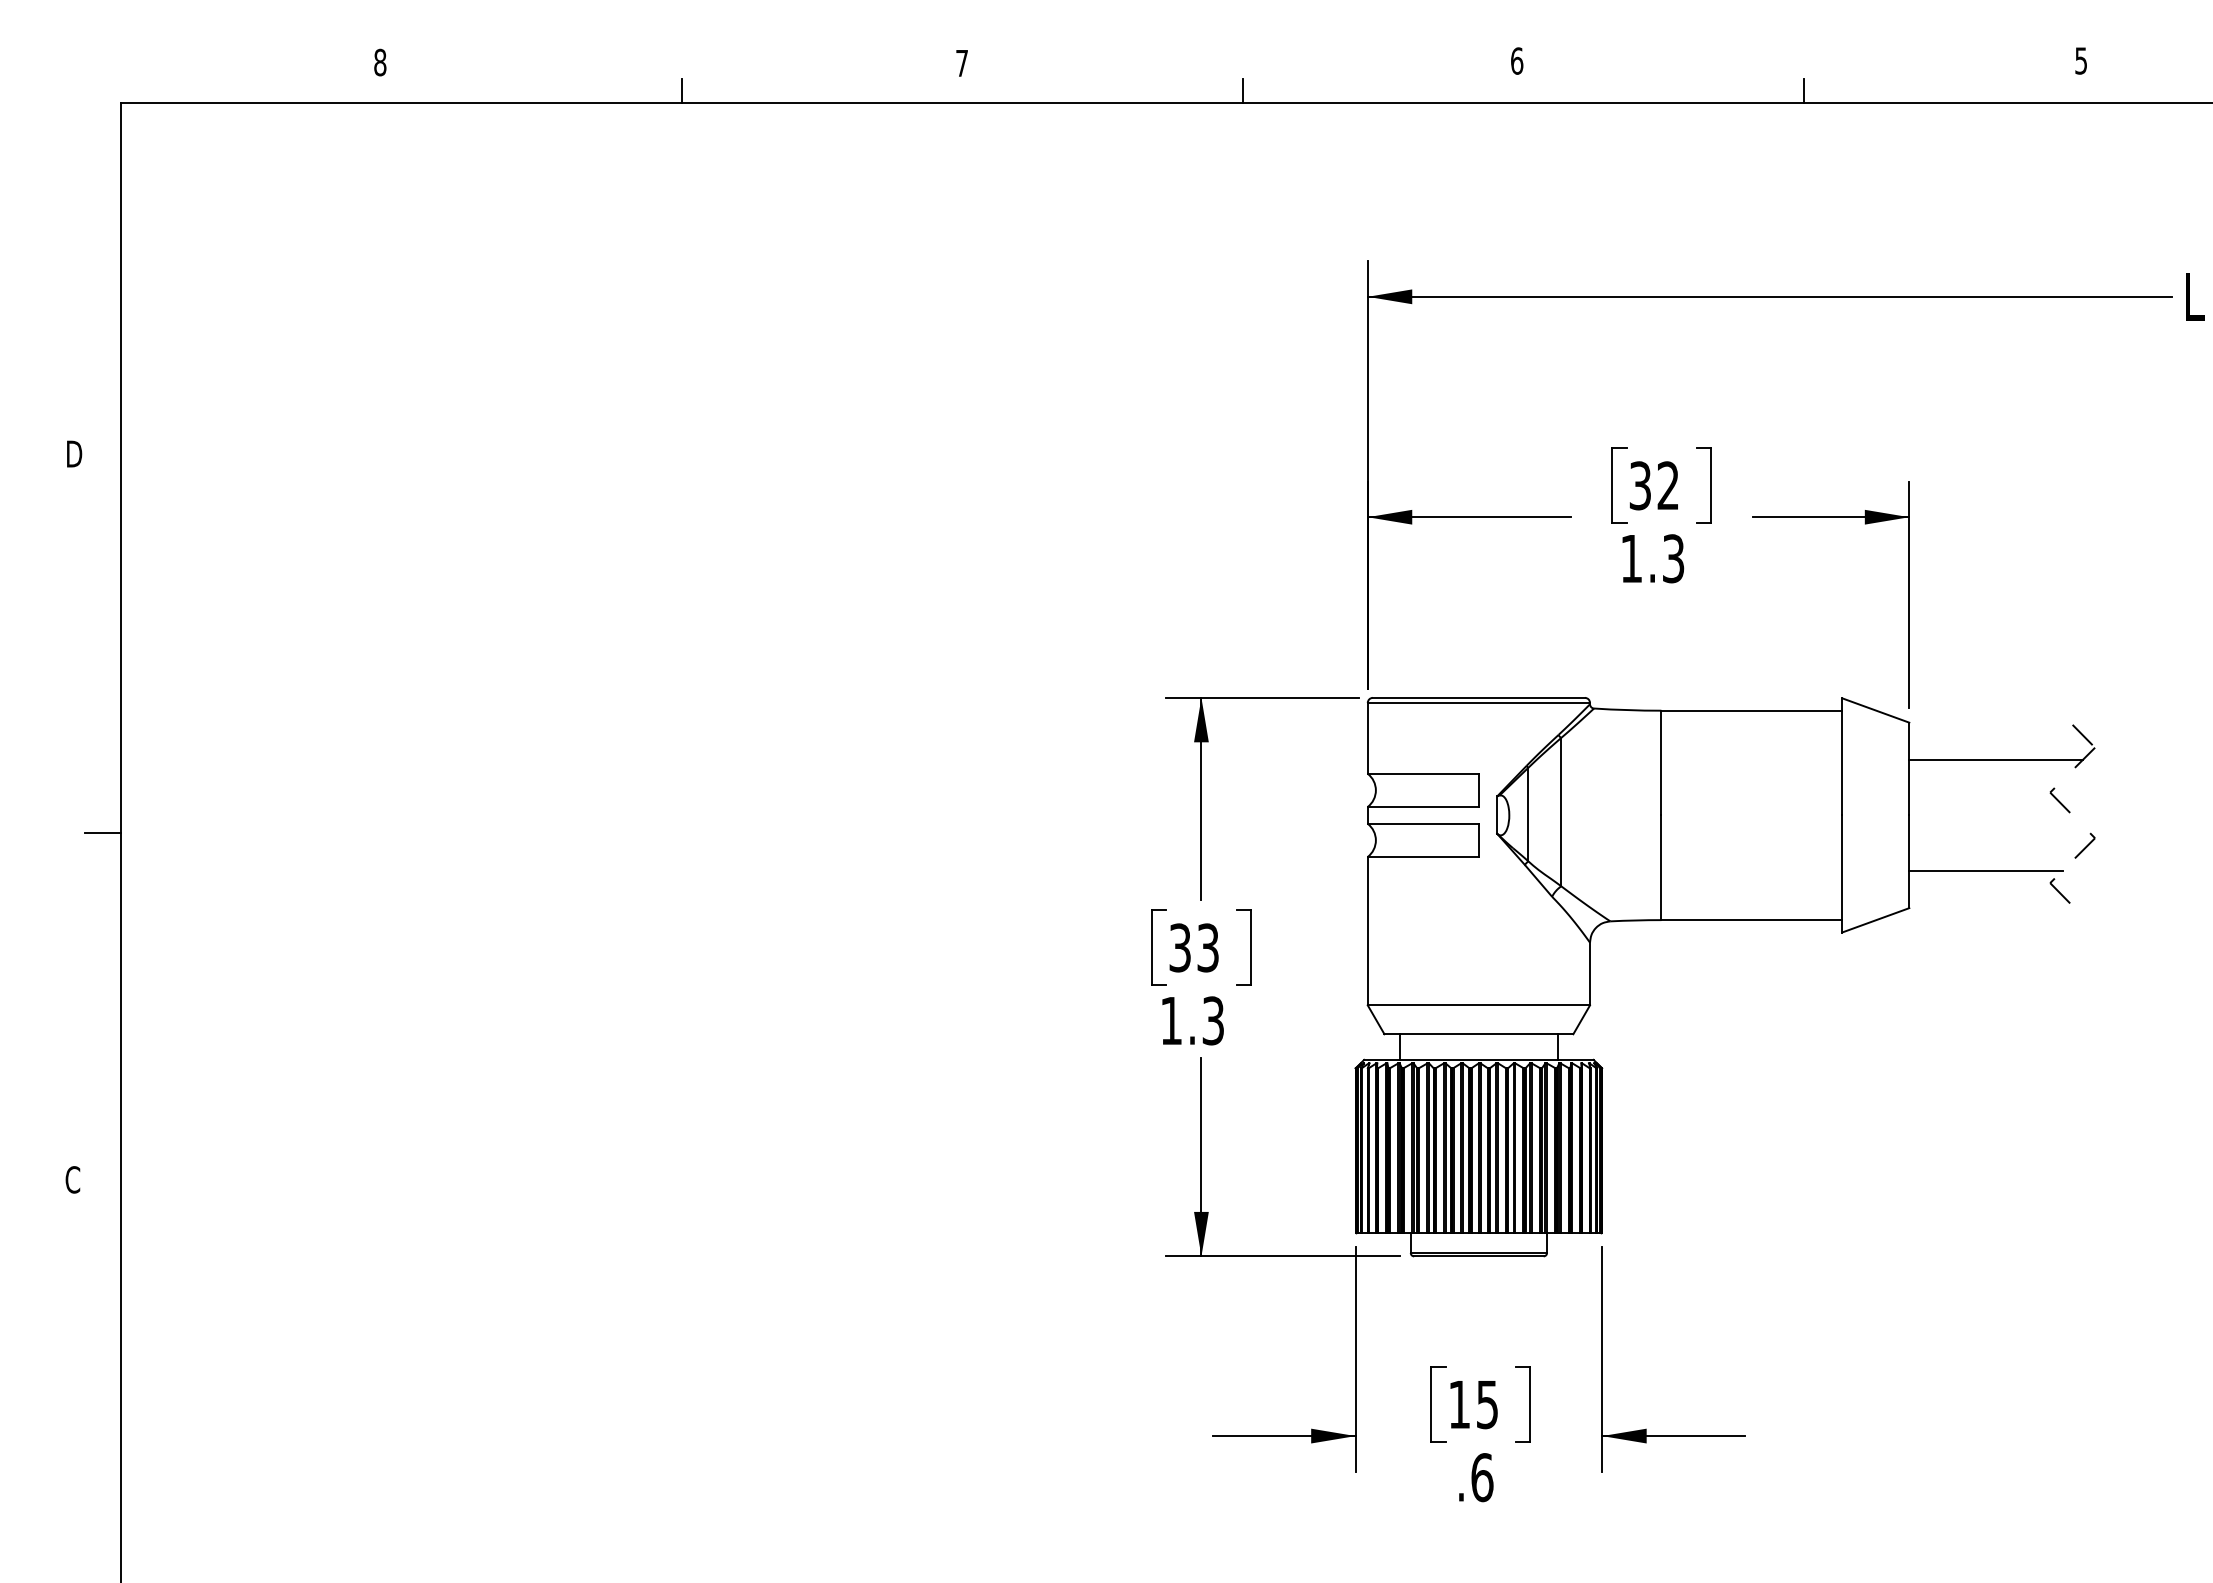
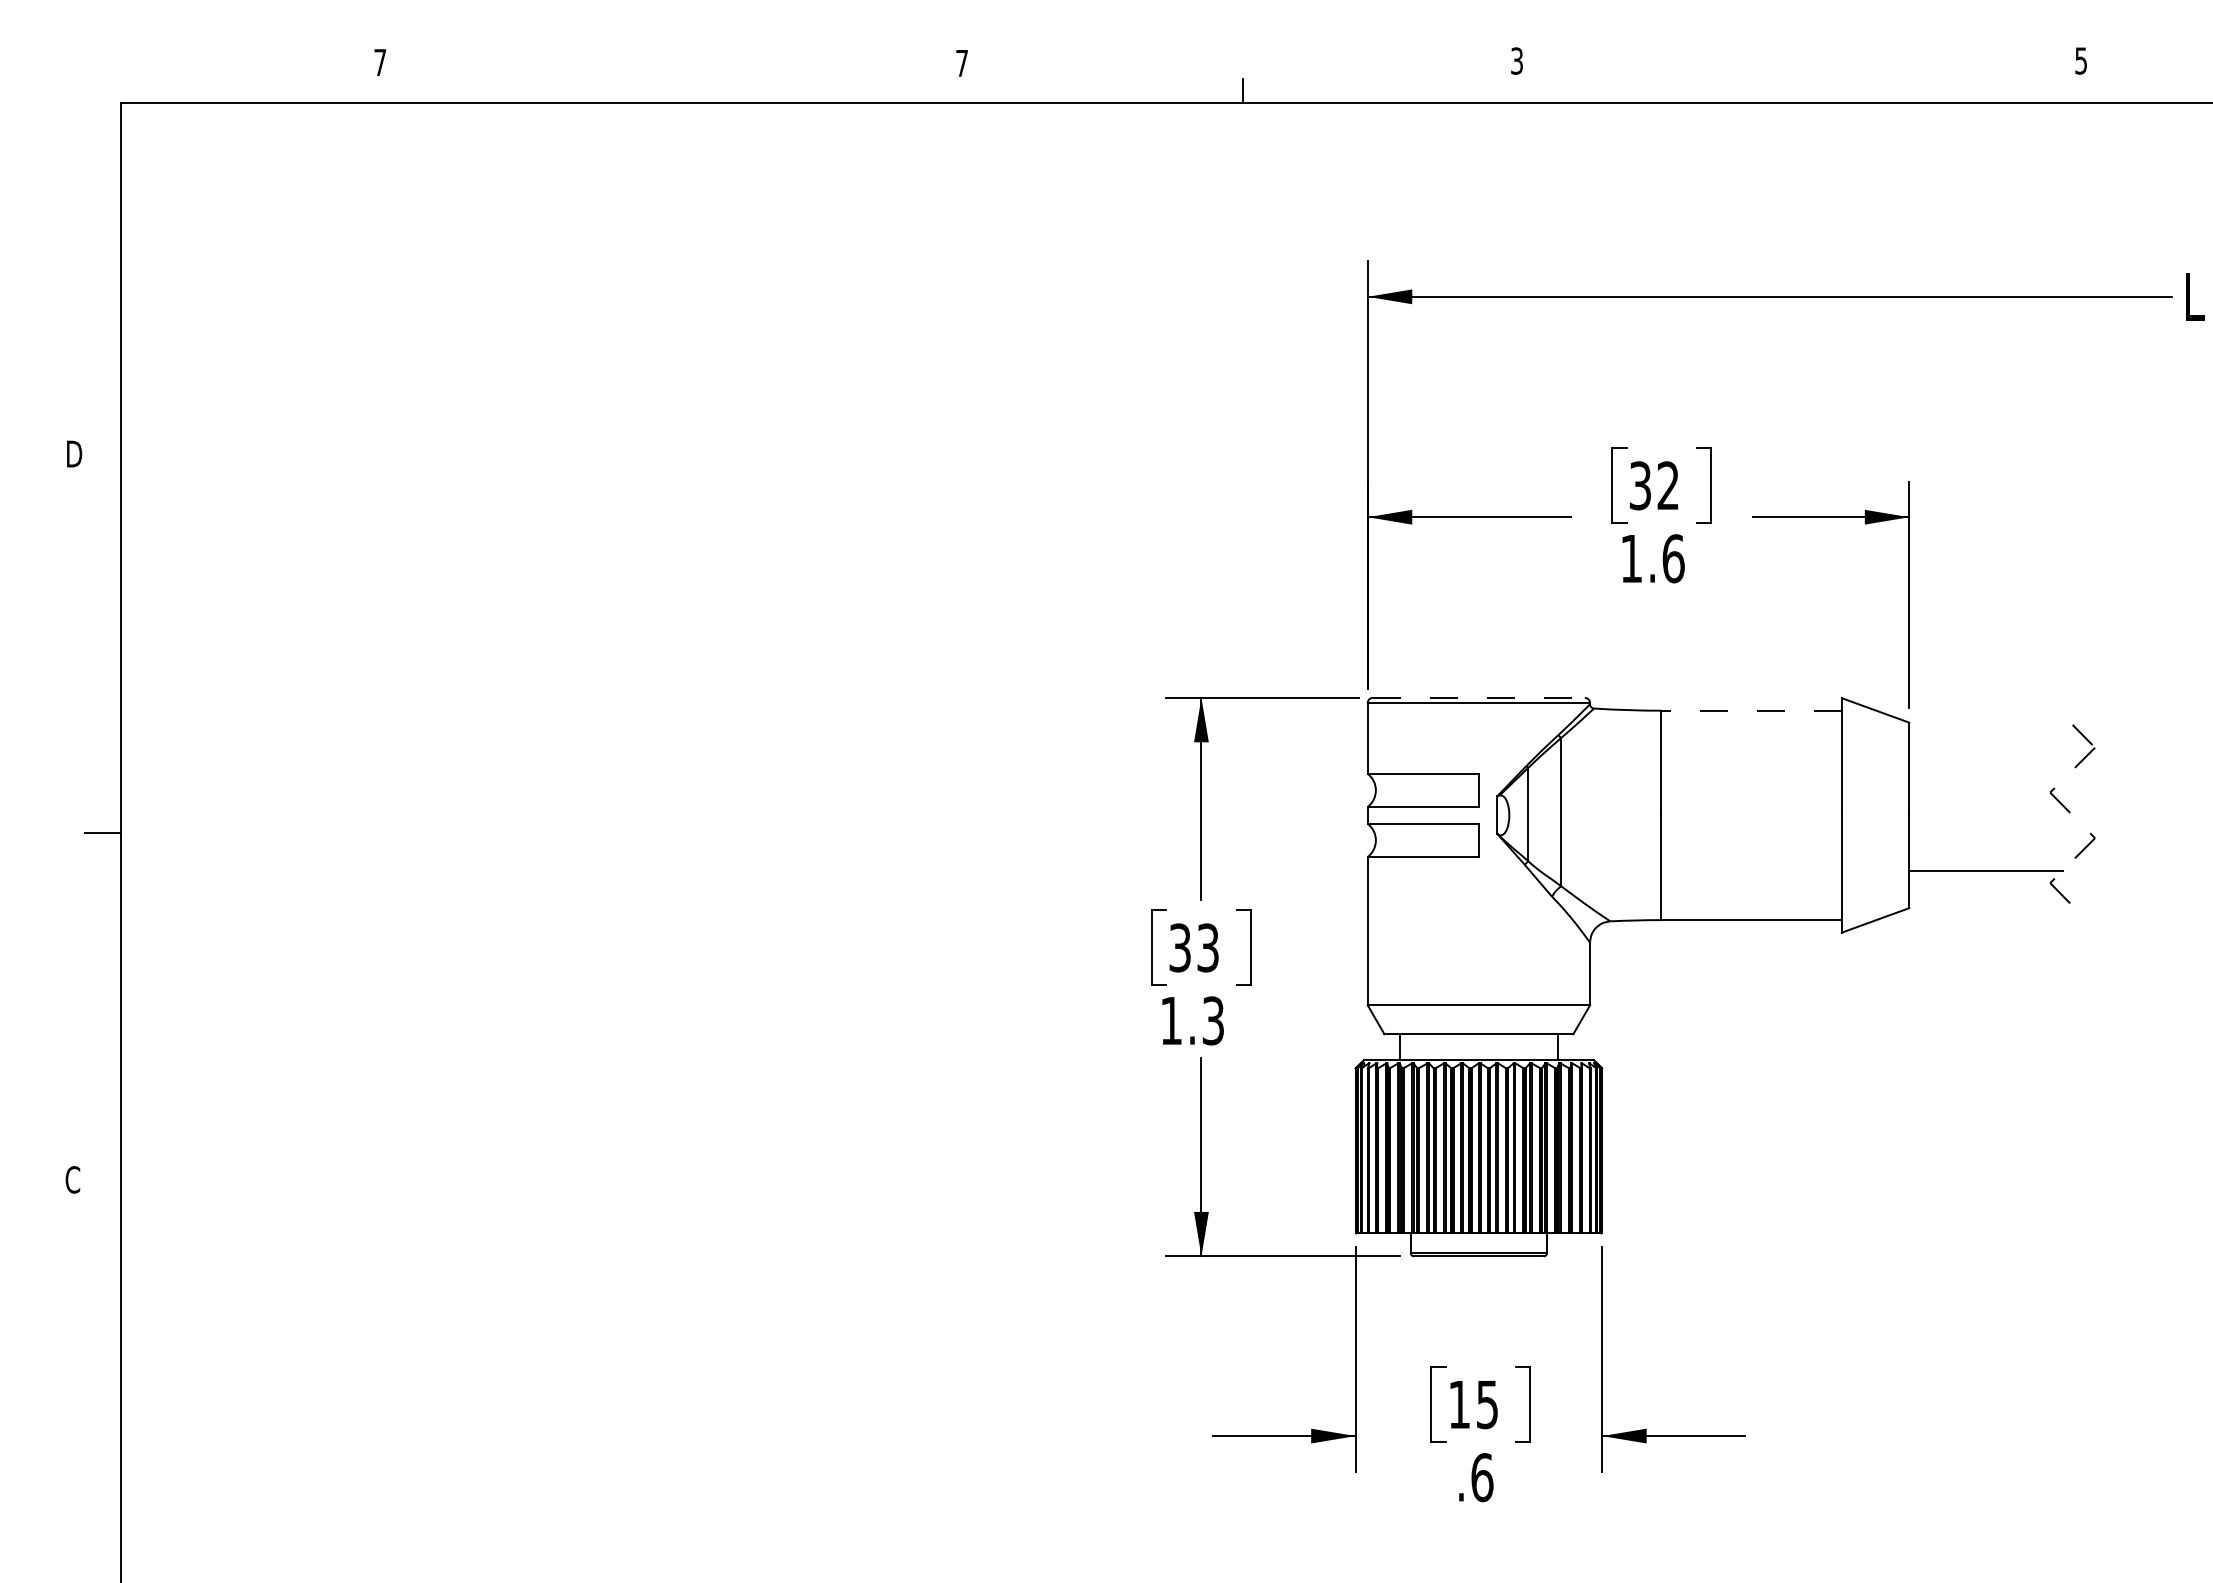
text at (1517, 60): 6 -> 3
text at (380, 62): 8 -> 7
line at (681, 91): present -> none
line at (1803, 91): present -> none
text at (1673, 558): 1.3 -> 1.6
line at (1478, 697): solid -> dashed
line at (1751, 710): solid -> dashed
line at (1995, 760): present -> none
